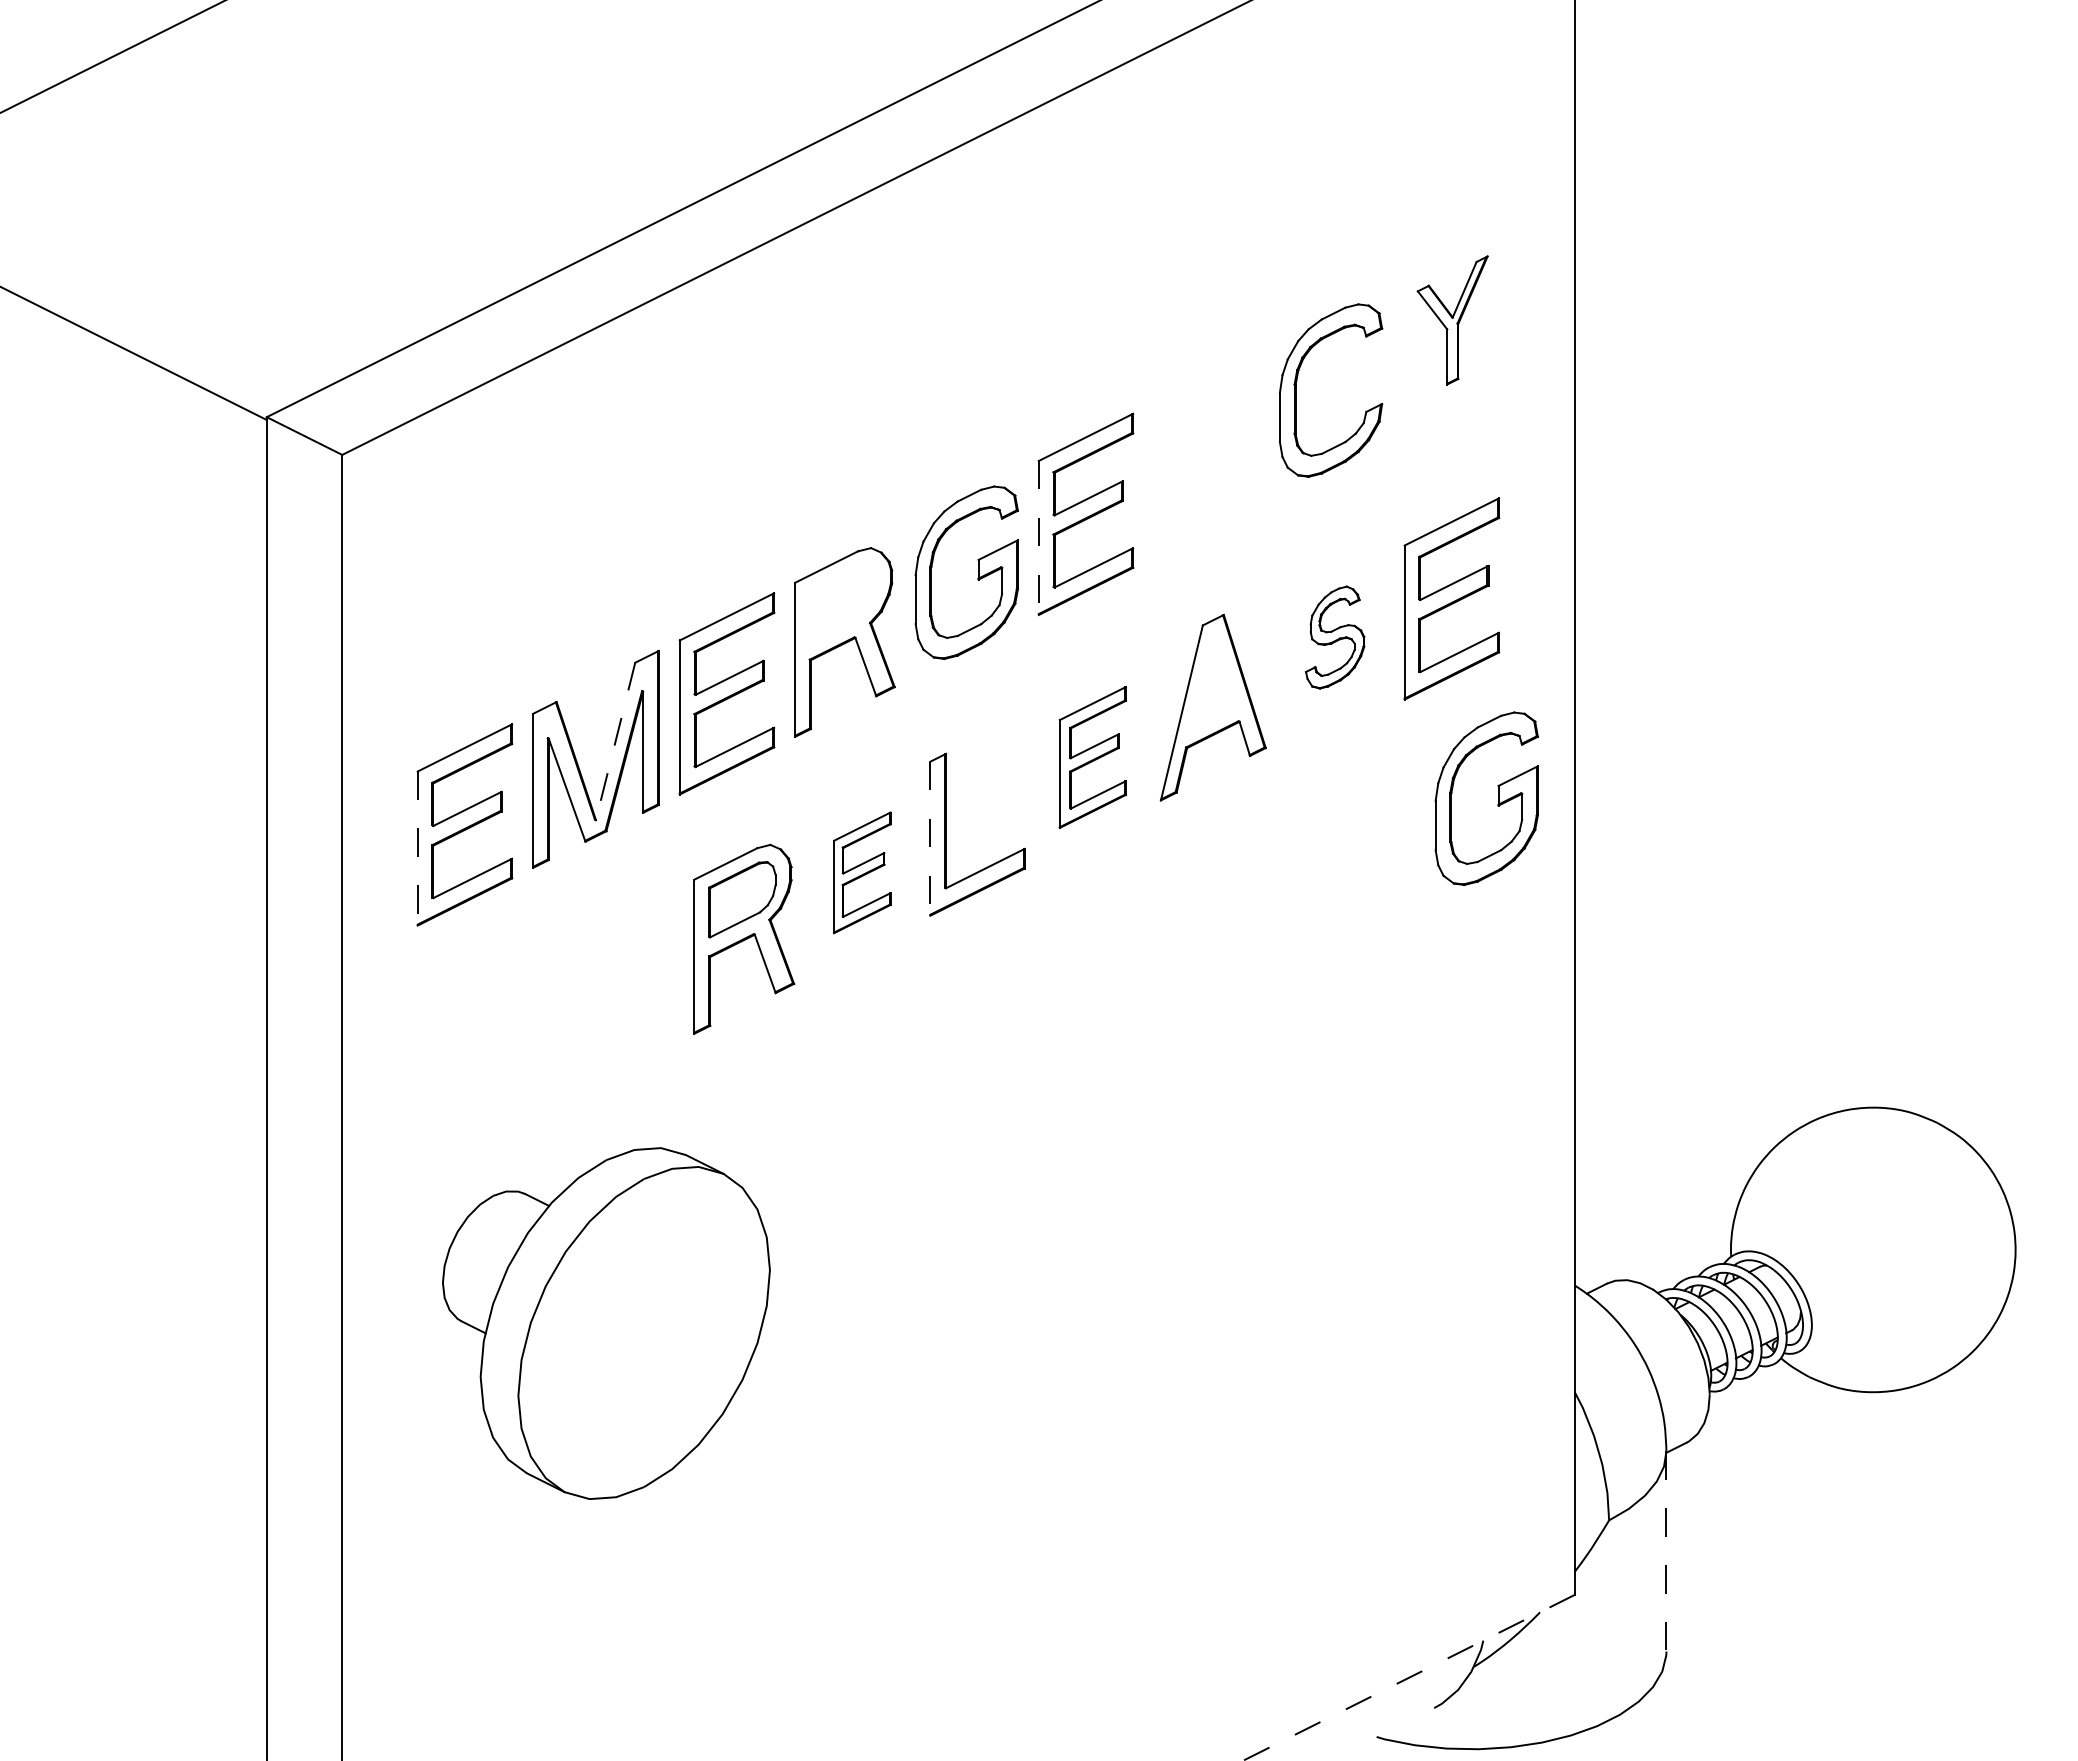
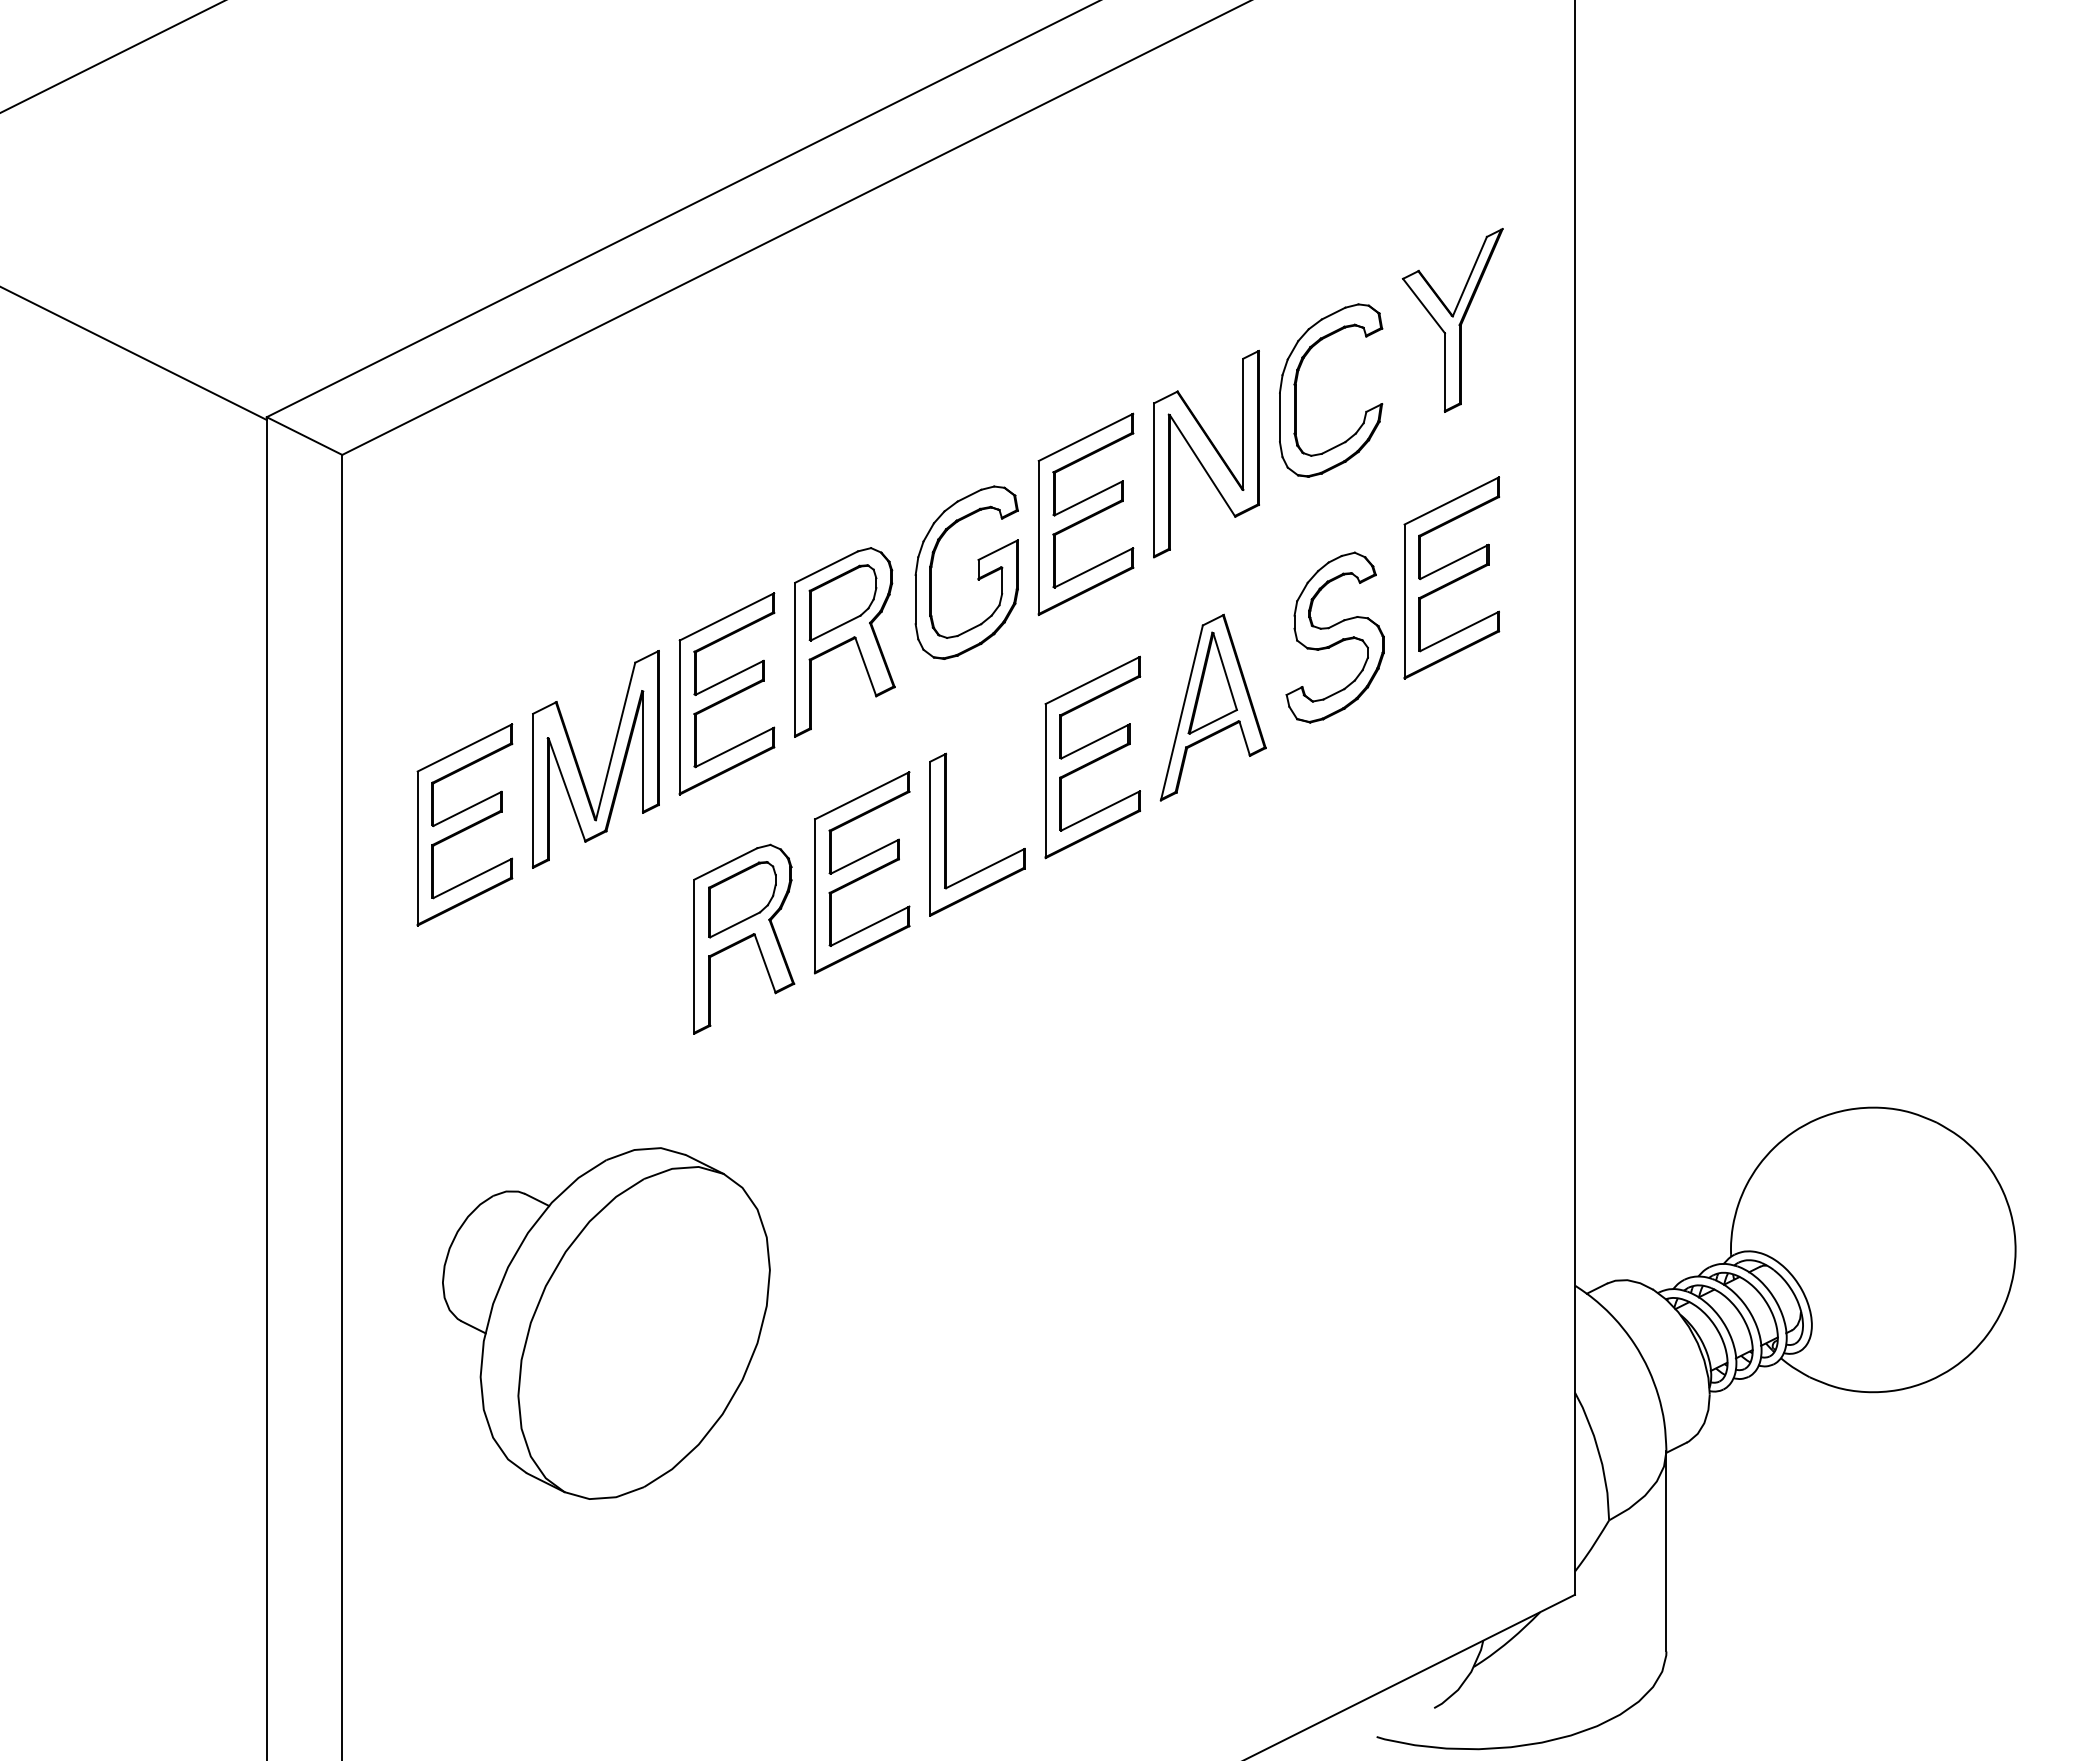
part at (1452, 320) size: 73x131 px -> 103x185 px
part at (1206, 453): none -> present
line at (1038, 538): dashed -> solid
part at (1451, 598) position: (1451, 598) -> (1451, 577)
part at (842, 602): none -> present
part at (1335, 637) size: 61x105 px -> 100x173 px
part at (1212, 682): none -> present
line at (615, 741): dashed -> solid
part at (1092, 757) size: 69x143 px -> 98x205 px
part at (1498, 798): present -> none
line at (930, 839): dashed -> solid
line at (417, 849): dashed -> solid
part at (861, 872) size: 60x124 px -> 97x204 px
line at (1666, 1551): dashed -> solid
line at (1408, 1677): dashed -> solid
